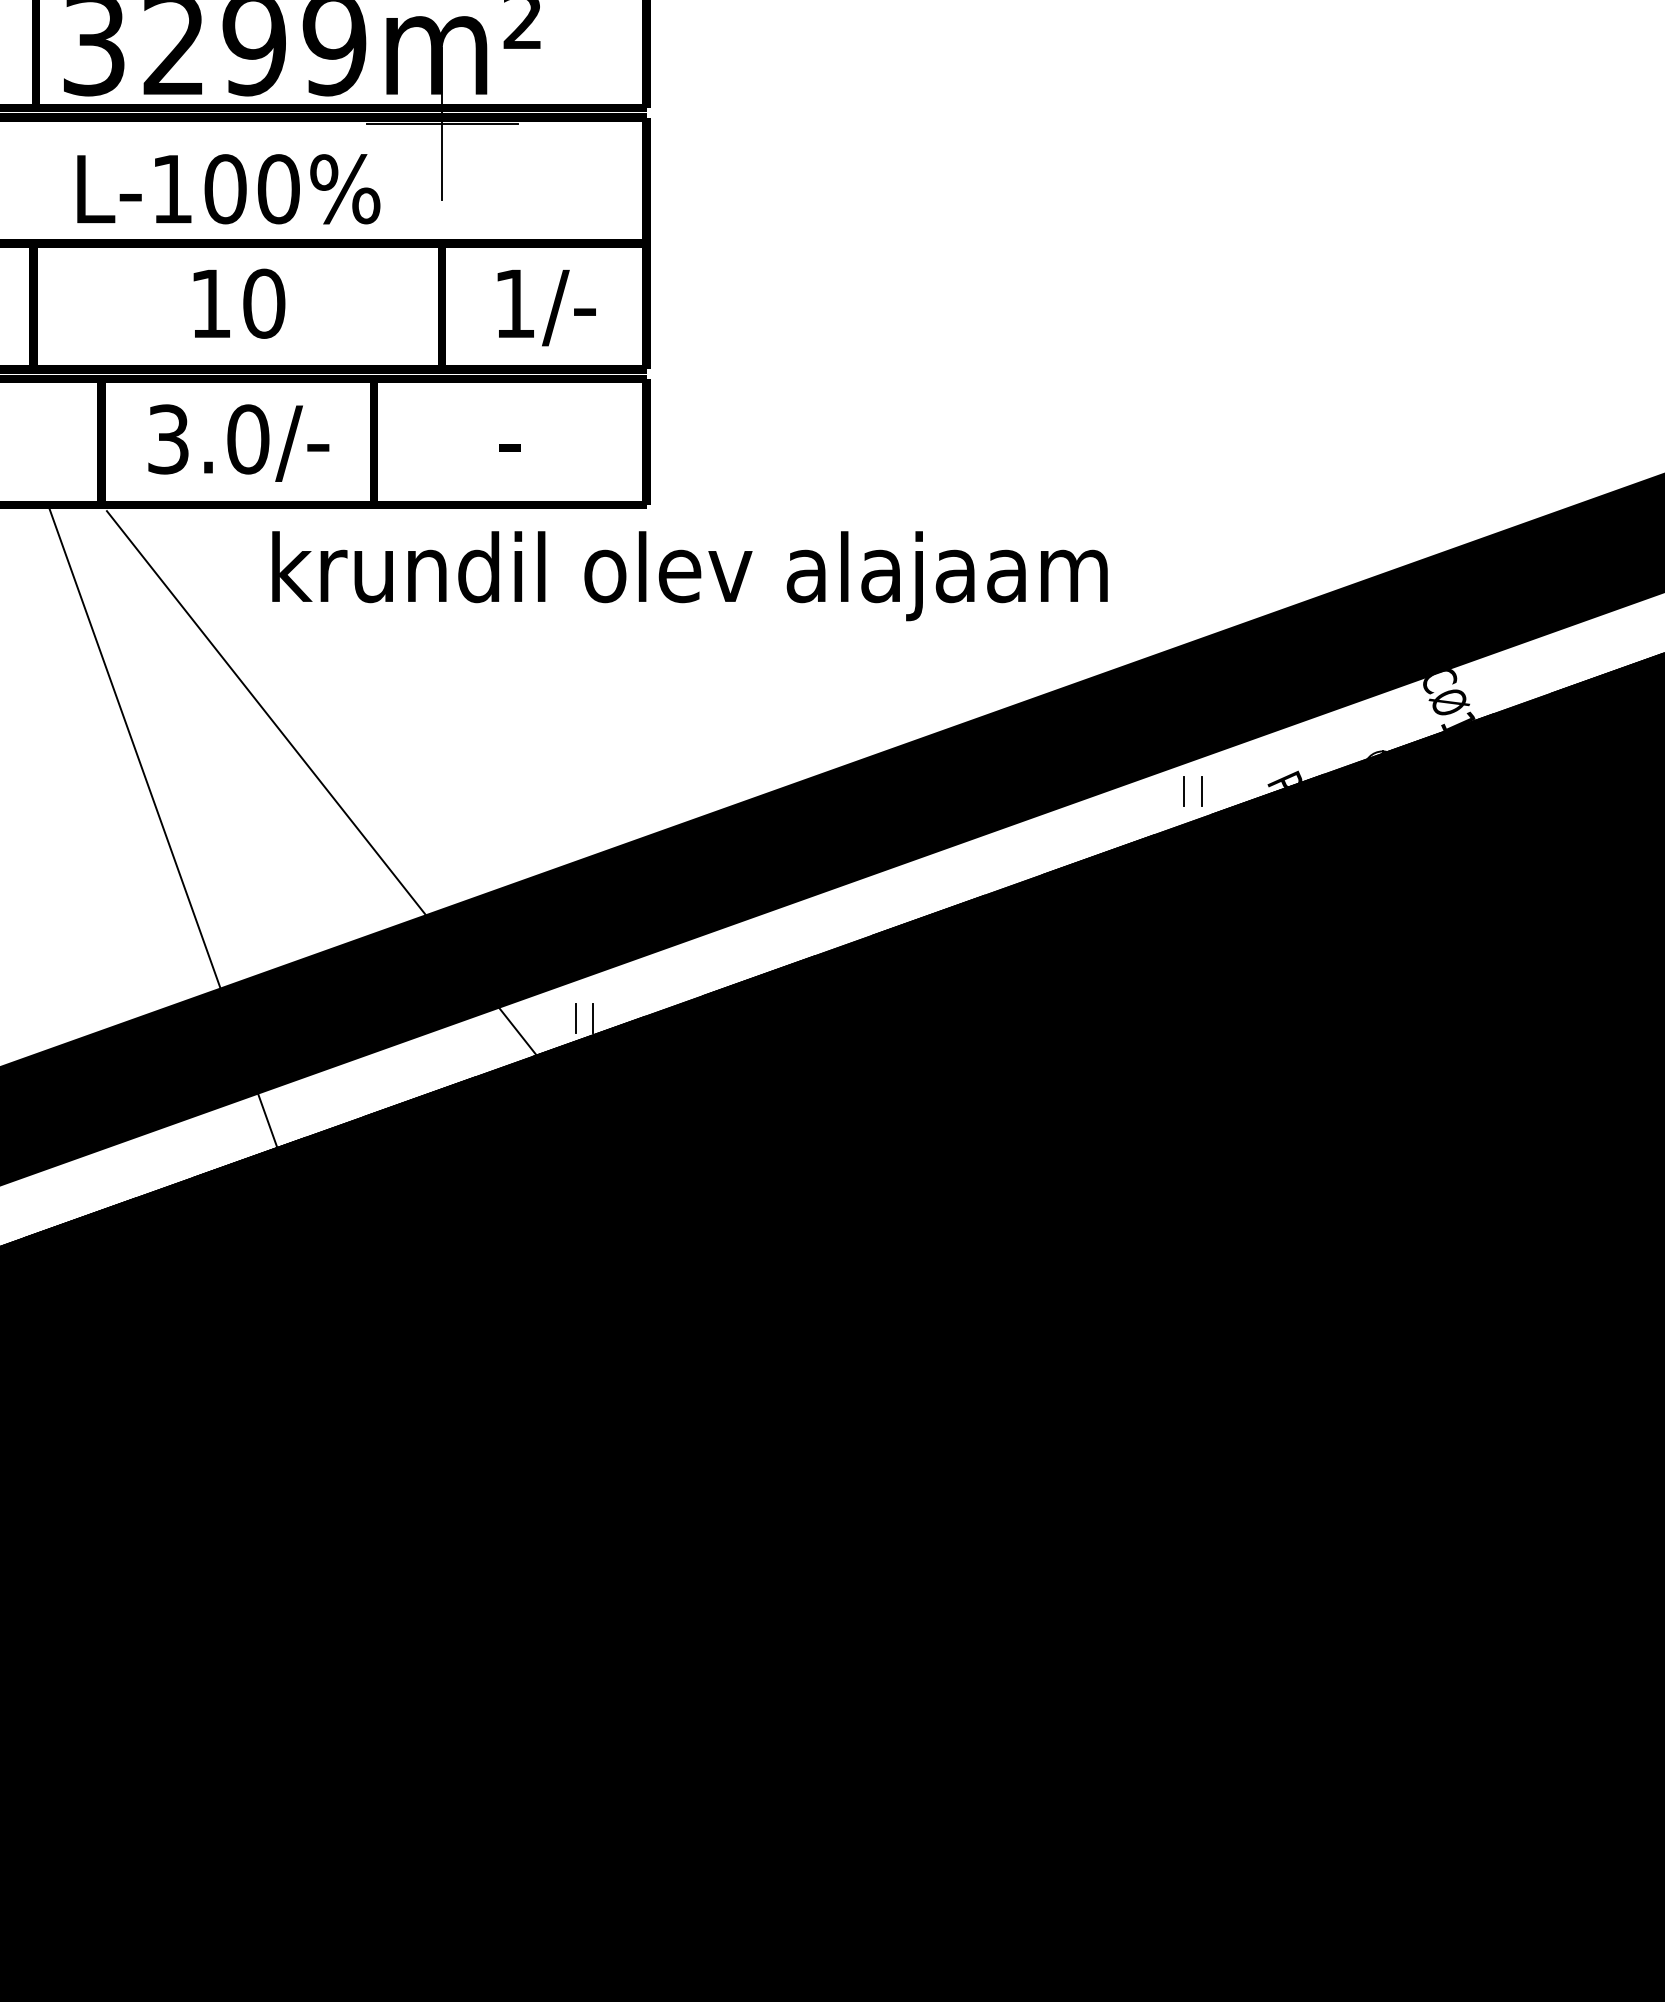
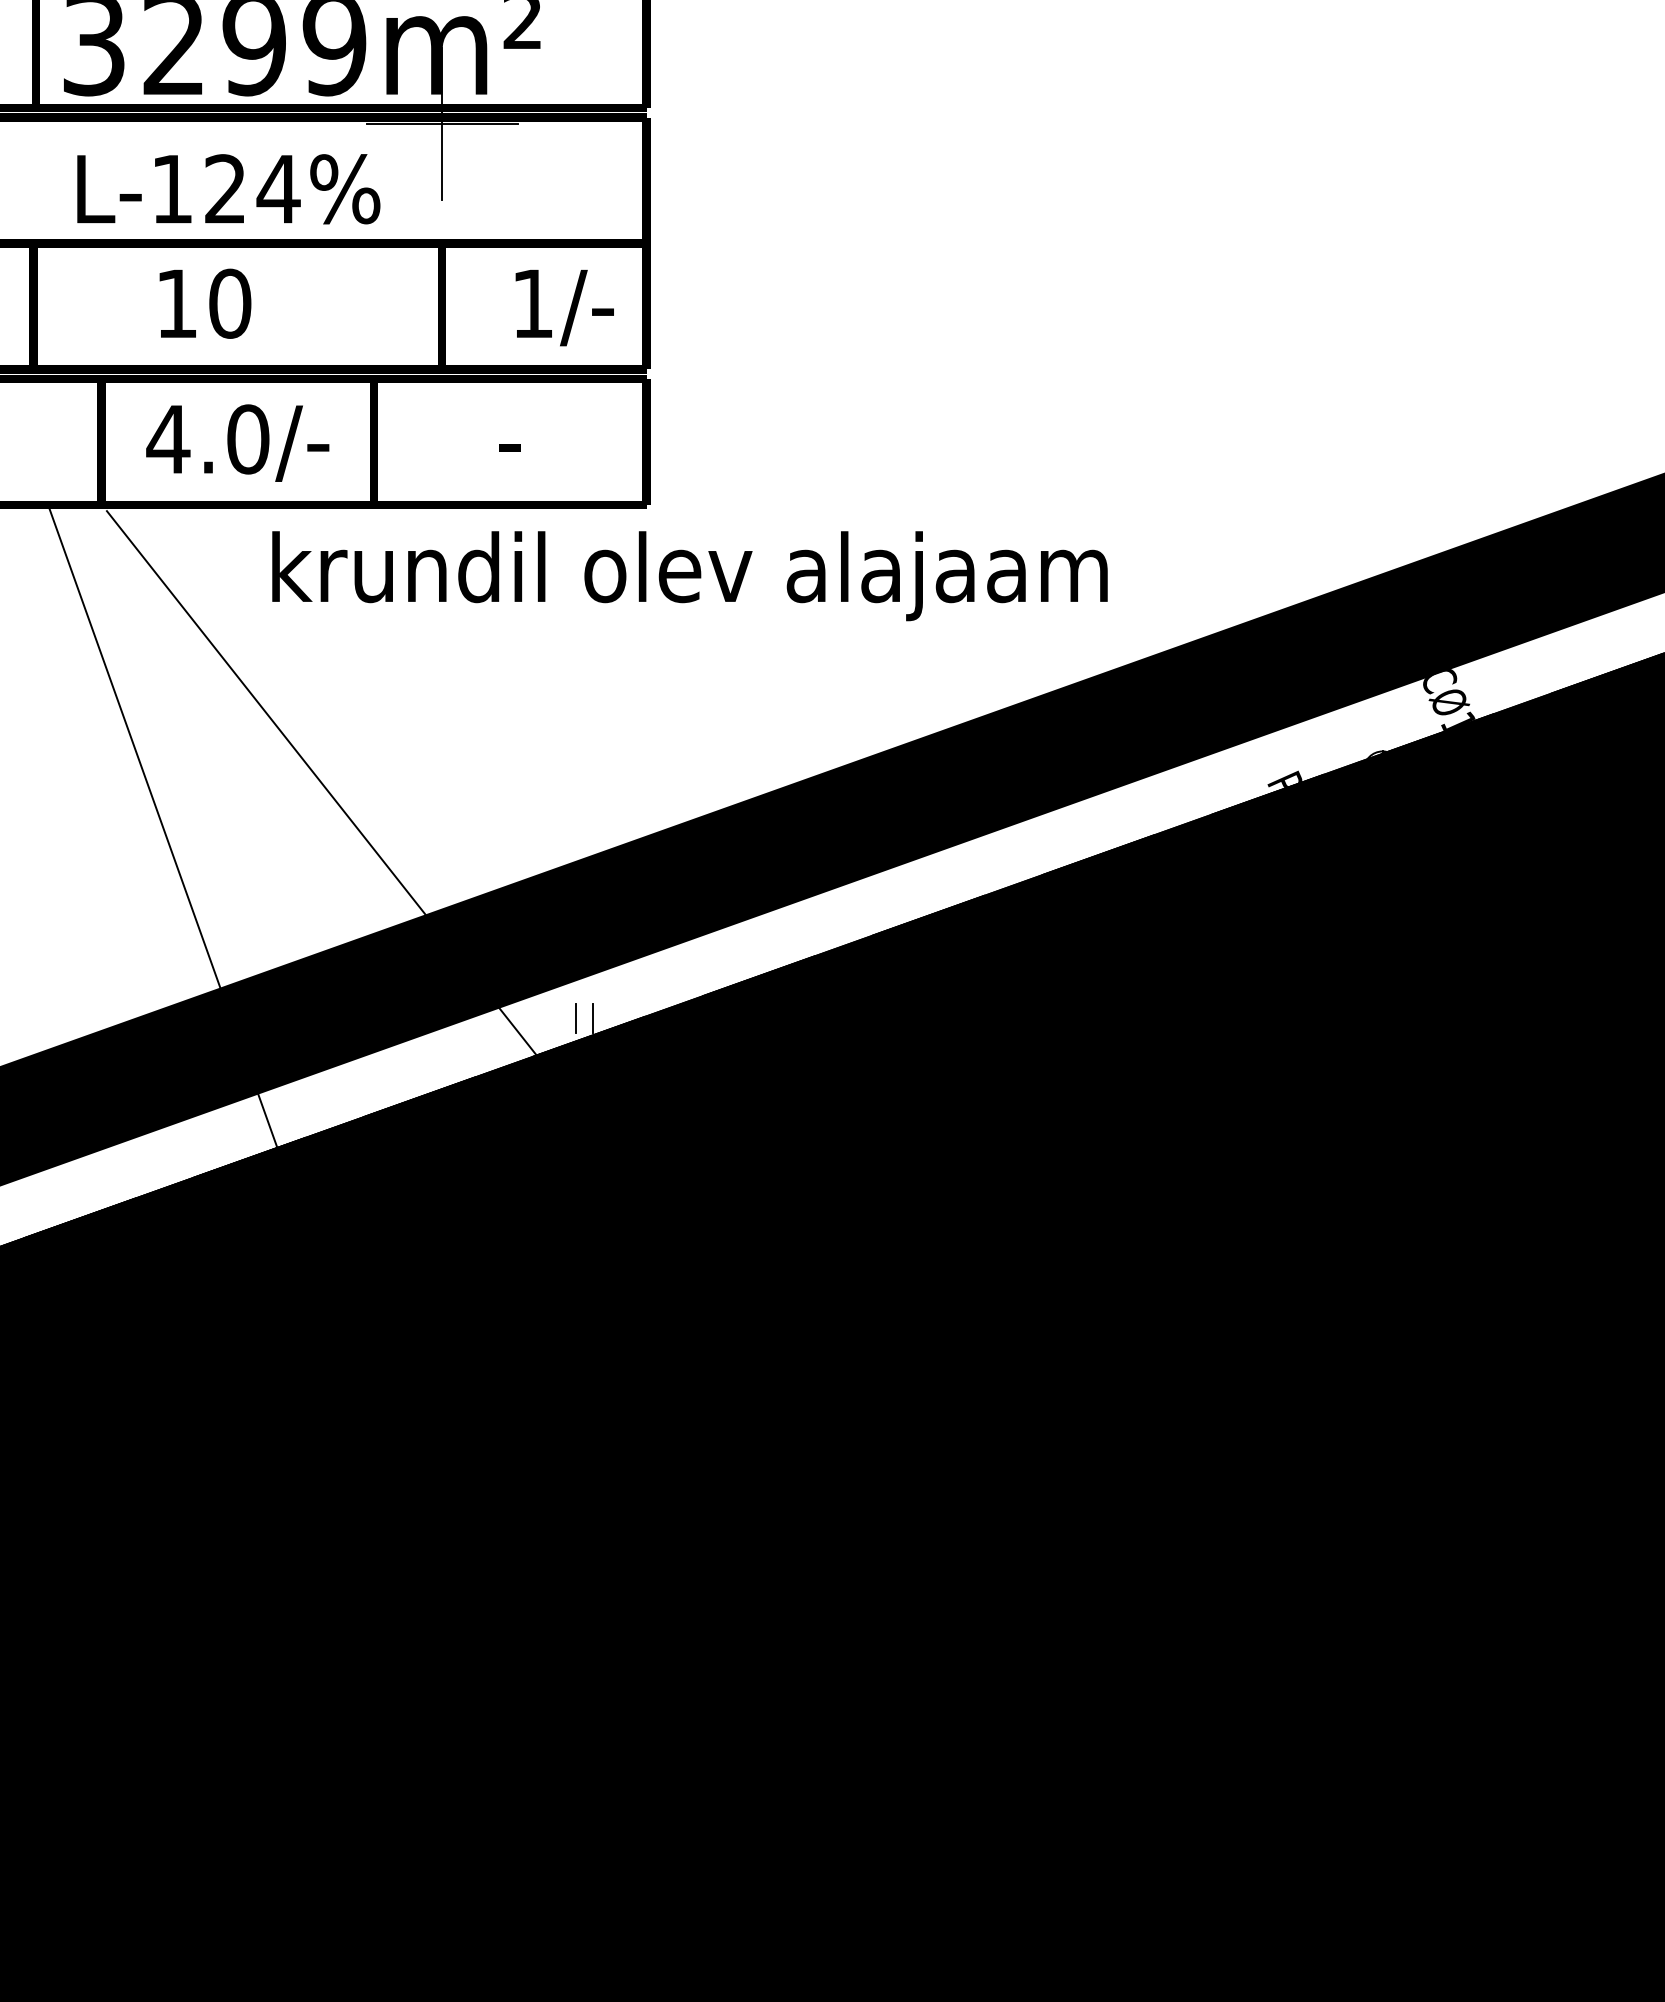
text at (252, 189): L-100% -> L-124%
text at (239, 303) position: (239, 303) -> (205, 303)
text at (546, 308) position: (546, 308) -> (564, 308)
text at (168, 439): 3.0/- -> 4.0/-
part at (1184, 791): present -> none
